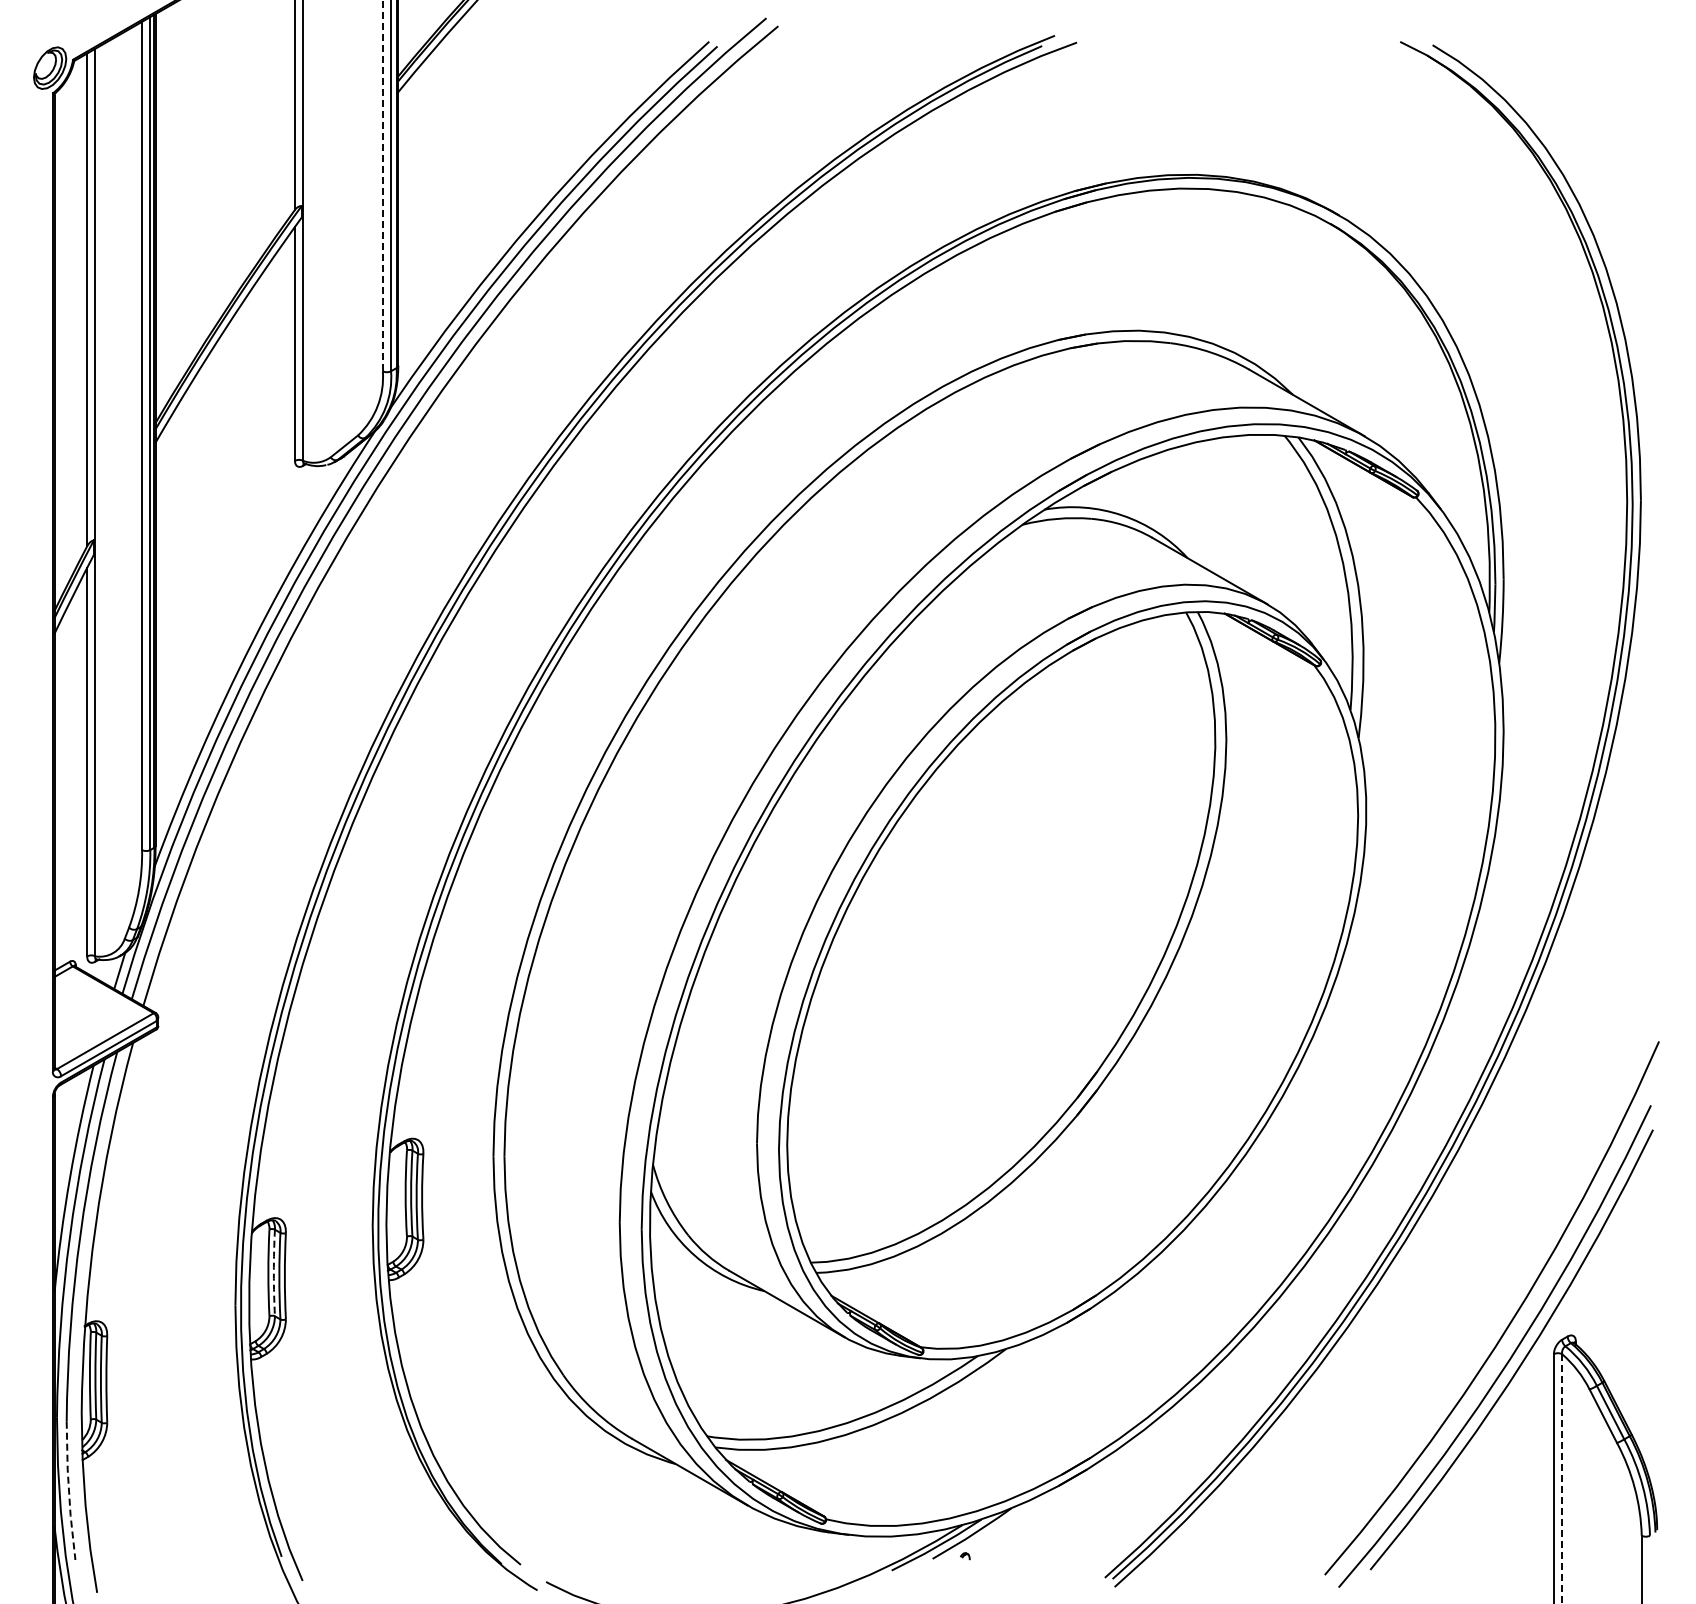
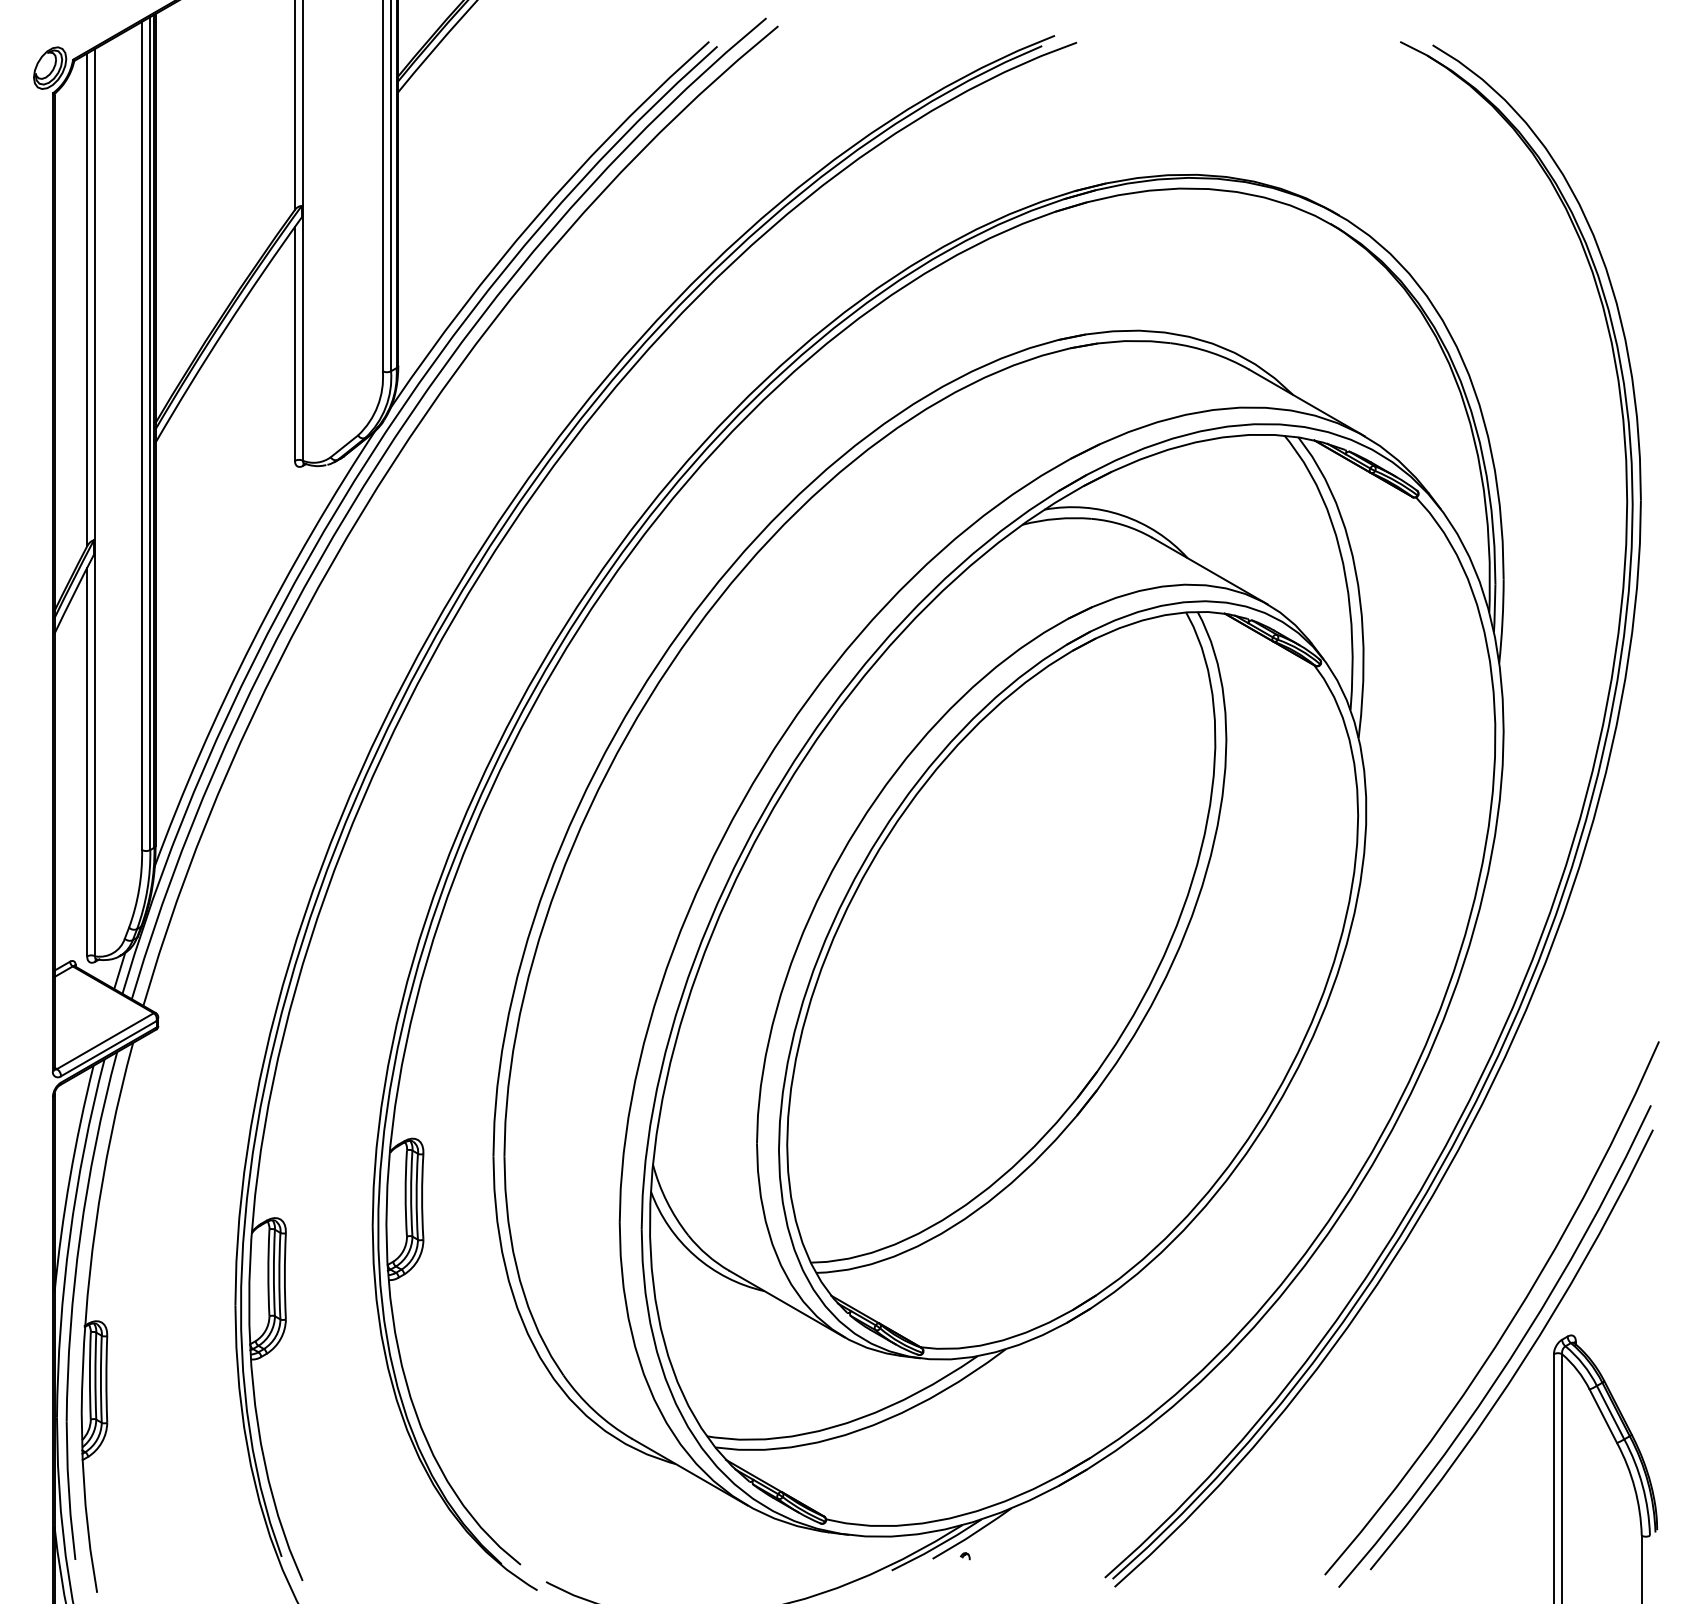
line at (382, 185): dashed -> solid
arc at (273, 1272): dashed -> solid
line at (1562, 1479): dashed -> solid
line at (69, 1491): dashed -> solid
